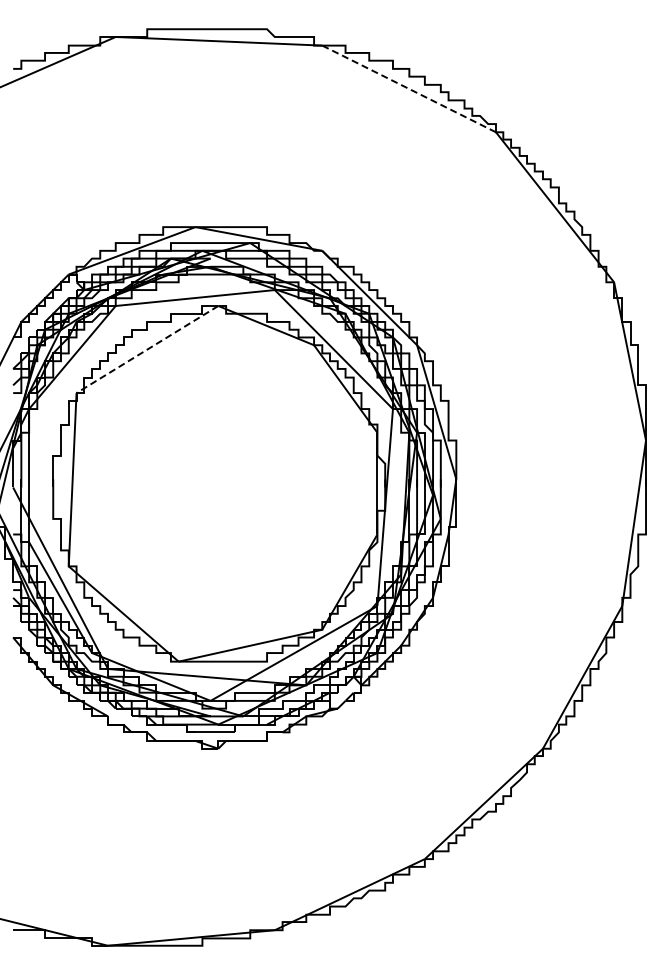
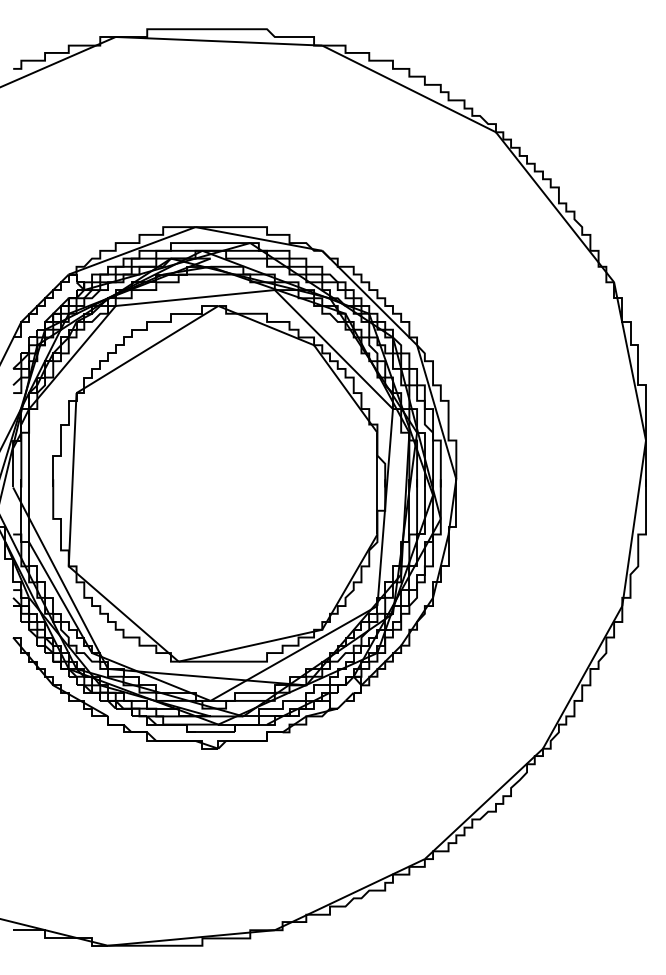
line at (408, 88): dashed -> solid
line at (147, 349): dashed -> solid
